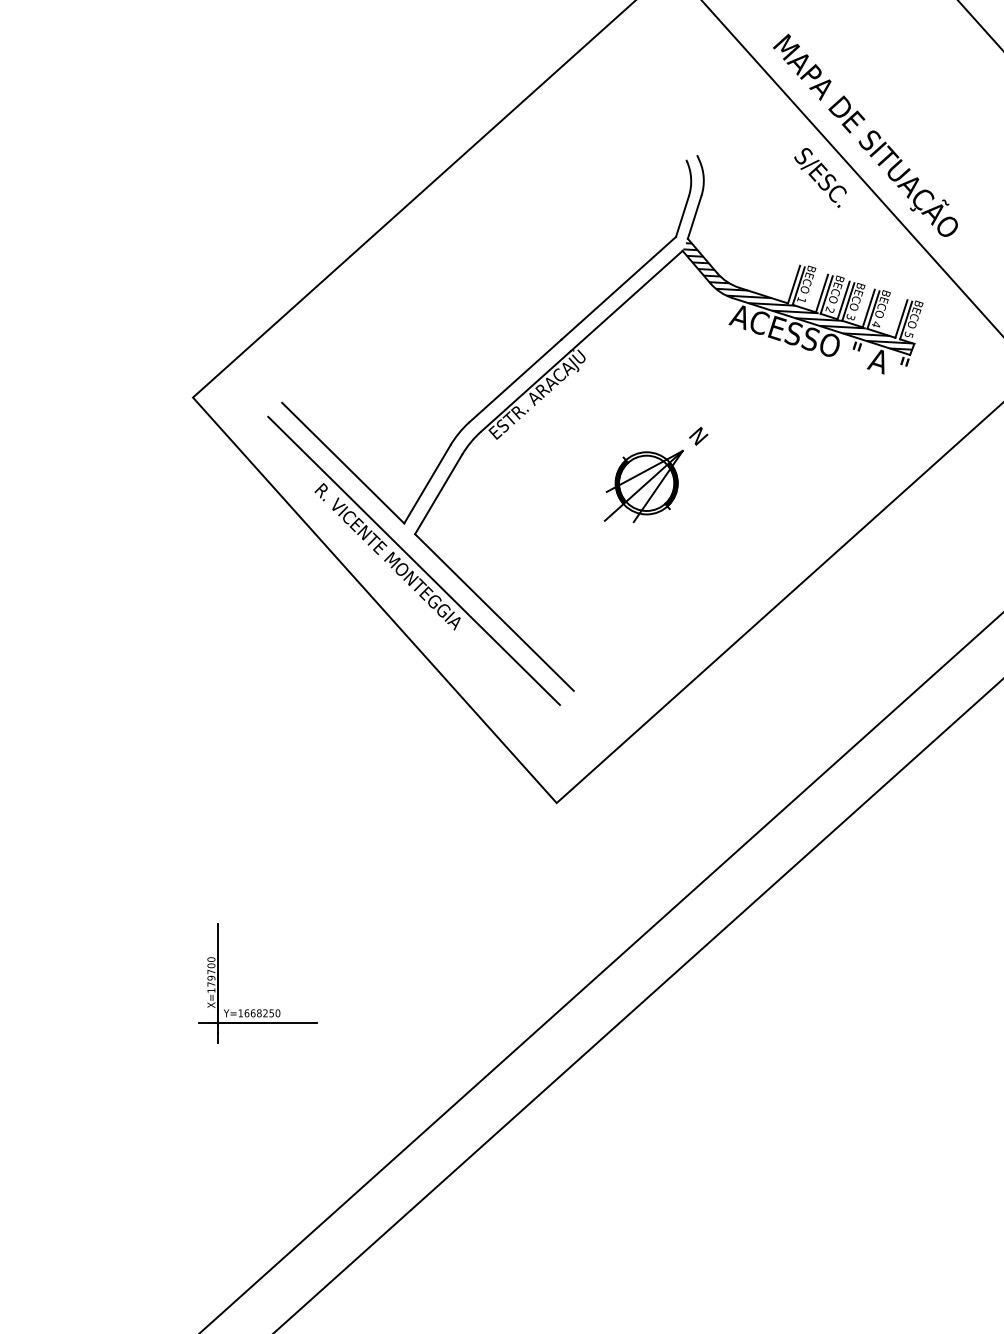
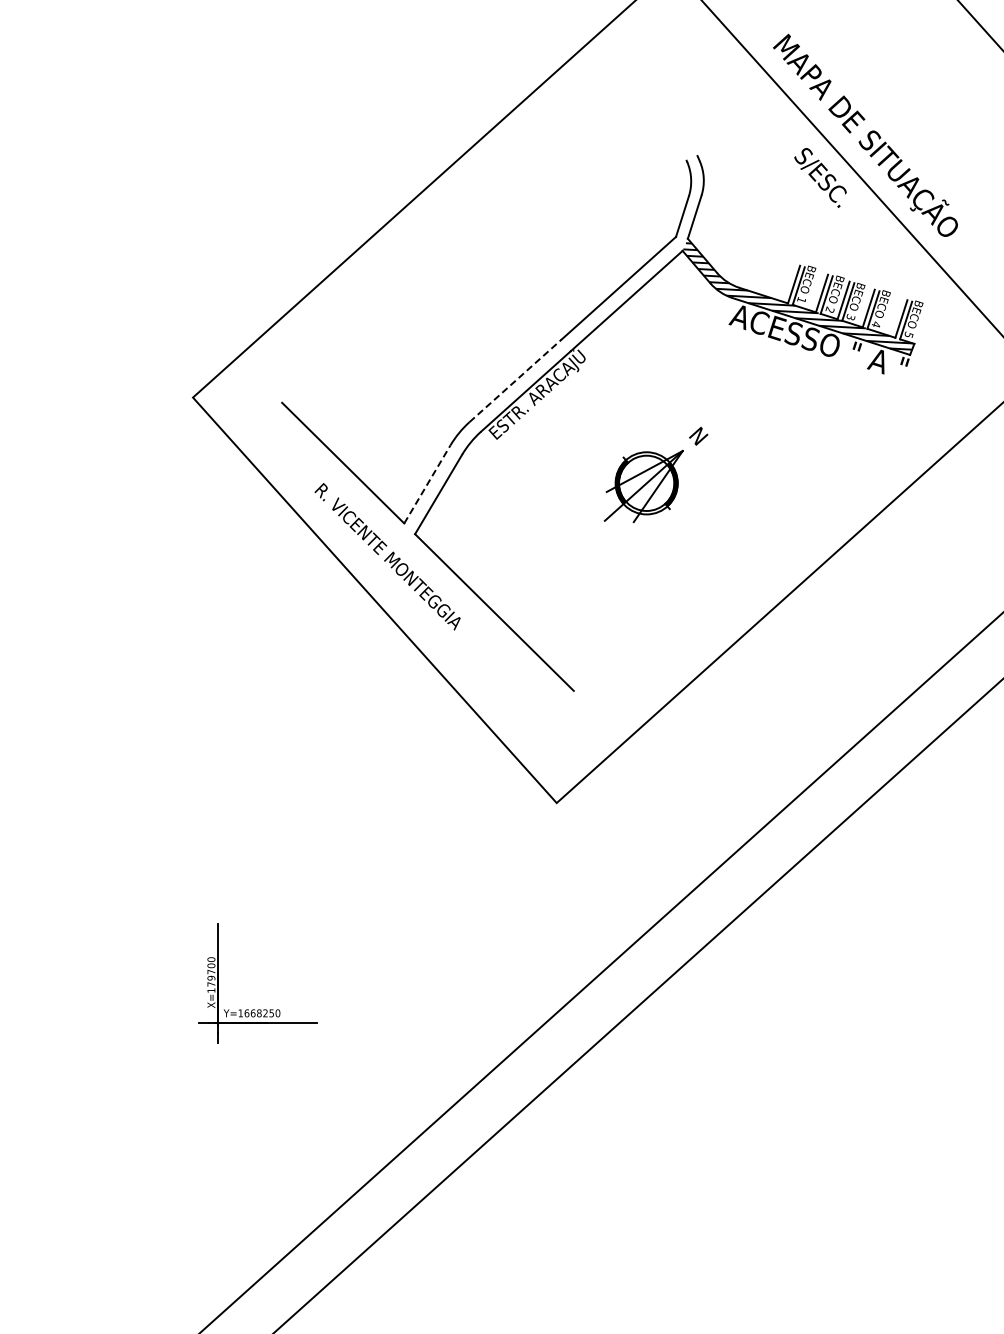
line at (515, 380): solid -> dashed
line at (427, 483): solid -> dashed
line at (413, 560): present -> none
